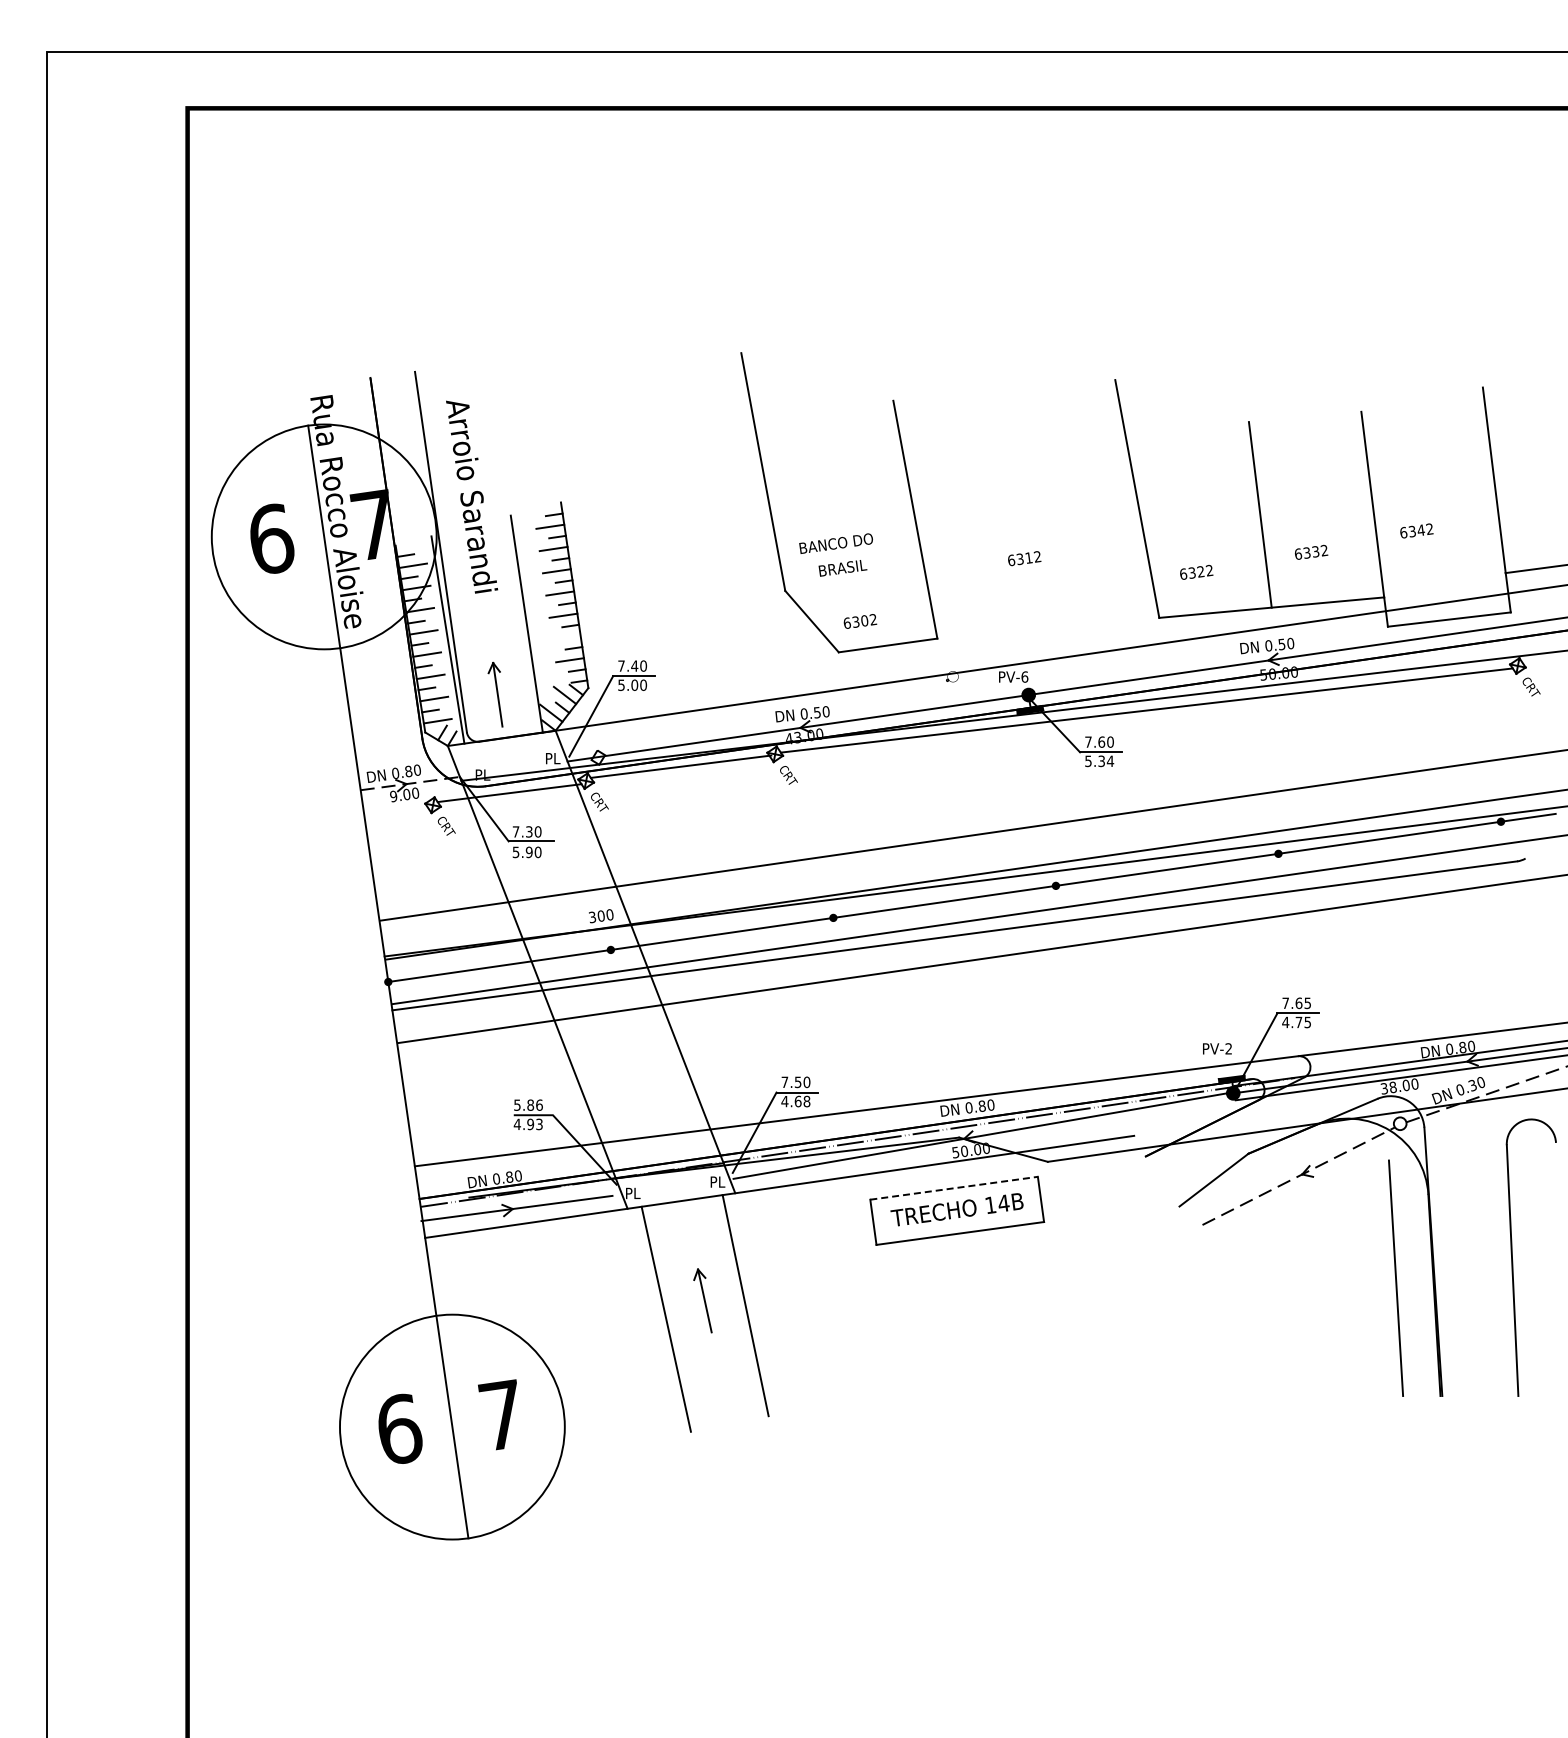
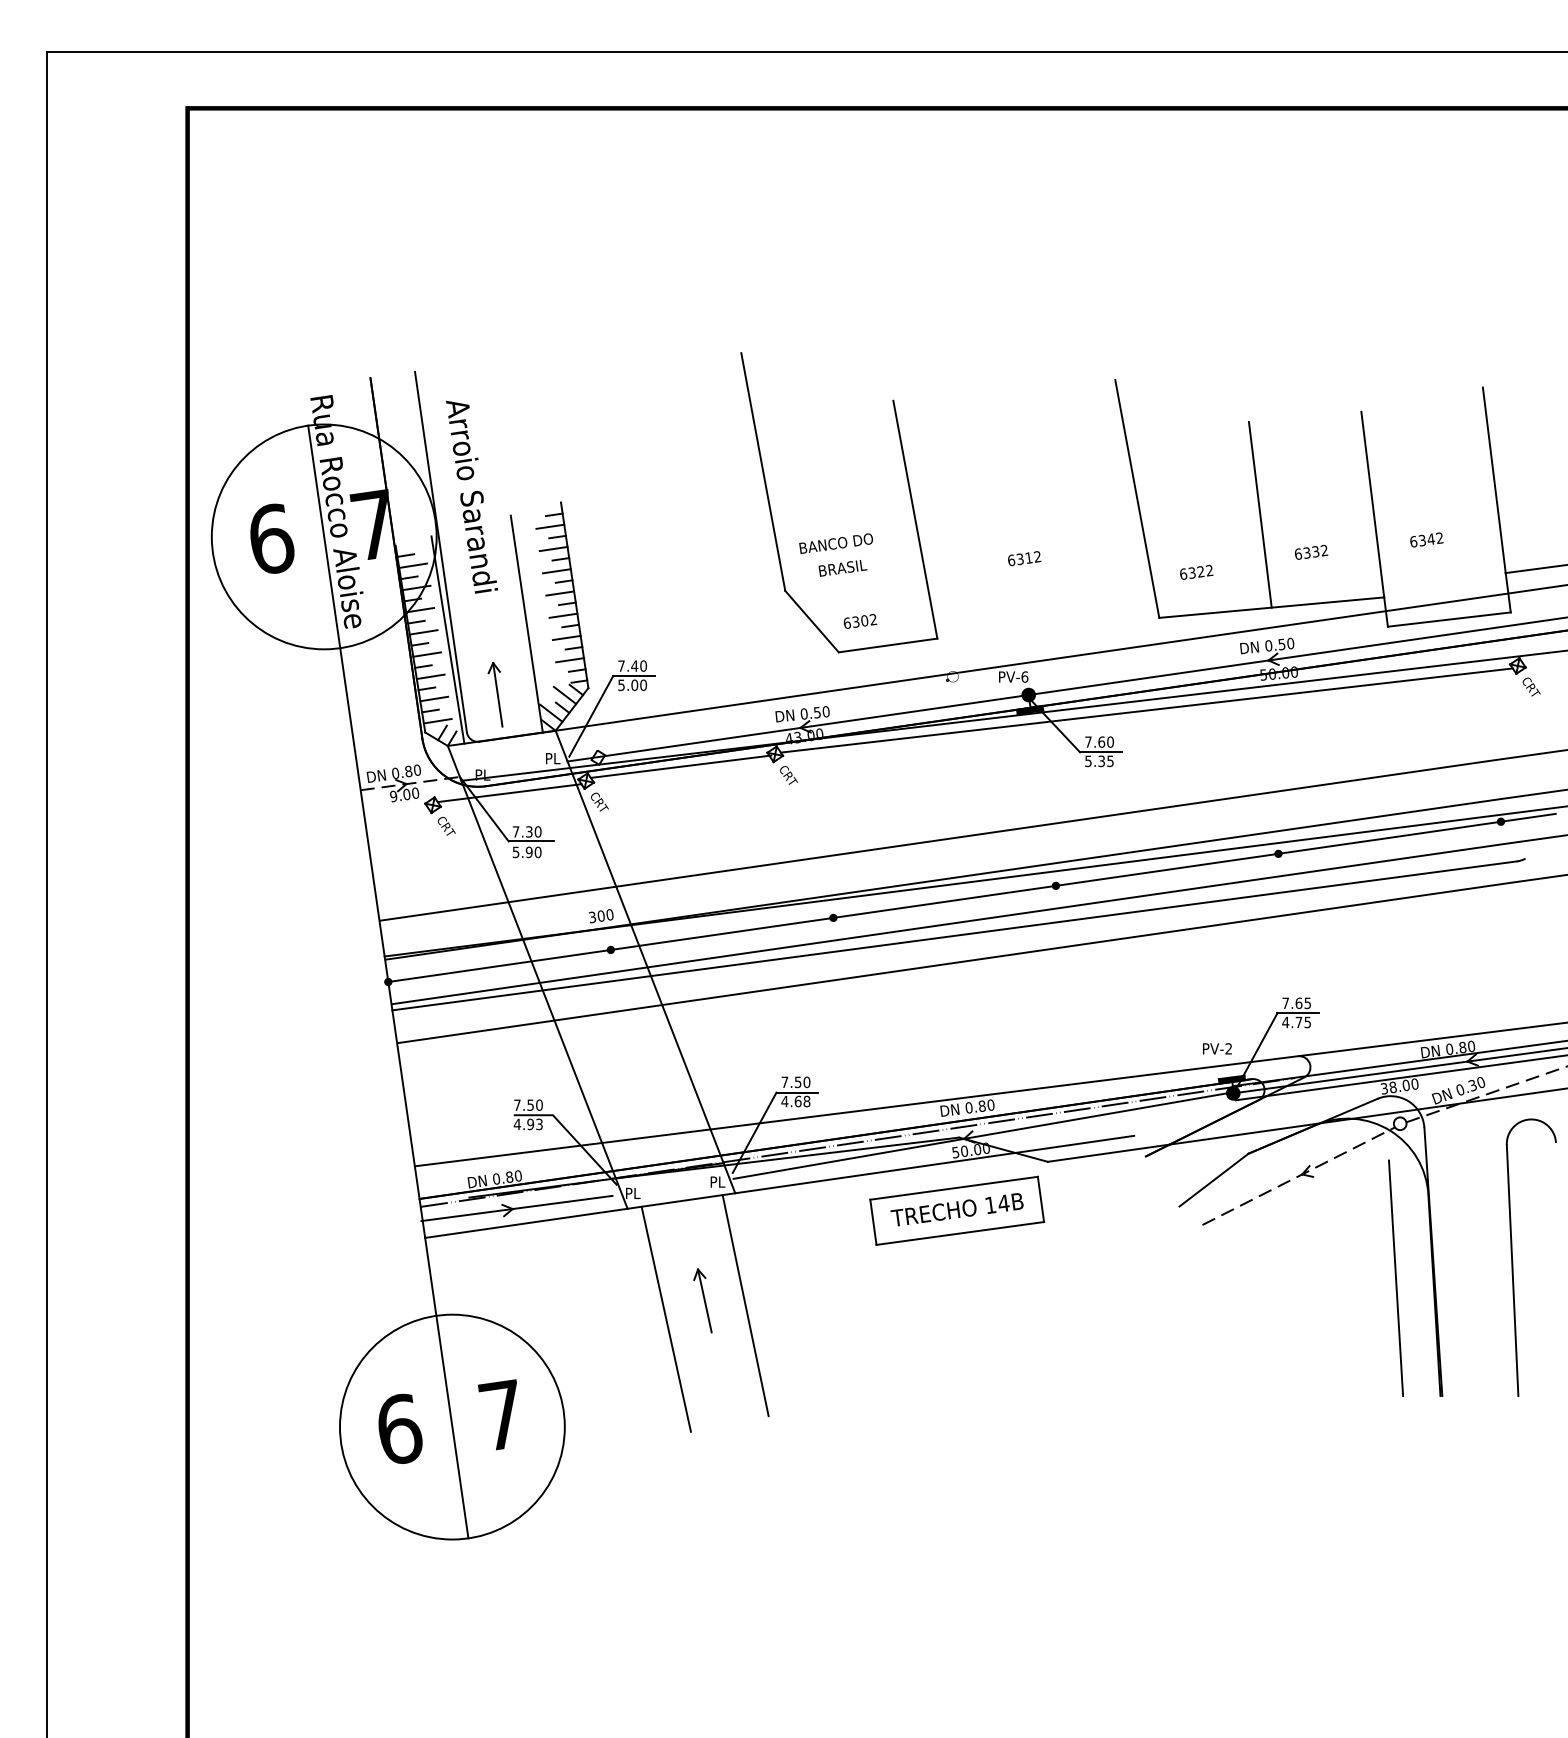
text at (1416, 530) position: (1416, 530) -> (1426, 539)
line at (566, 637): none -> present
text at (1110, 761): 5.34 -> 5.35
text at (528, 1104): 5.86 -> 7.50
line at (954, 1188): dashed -> solid
